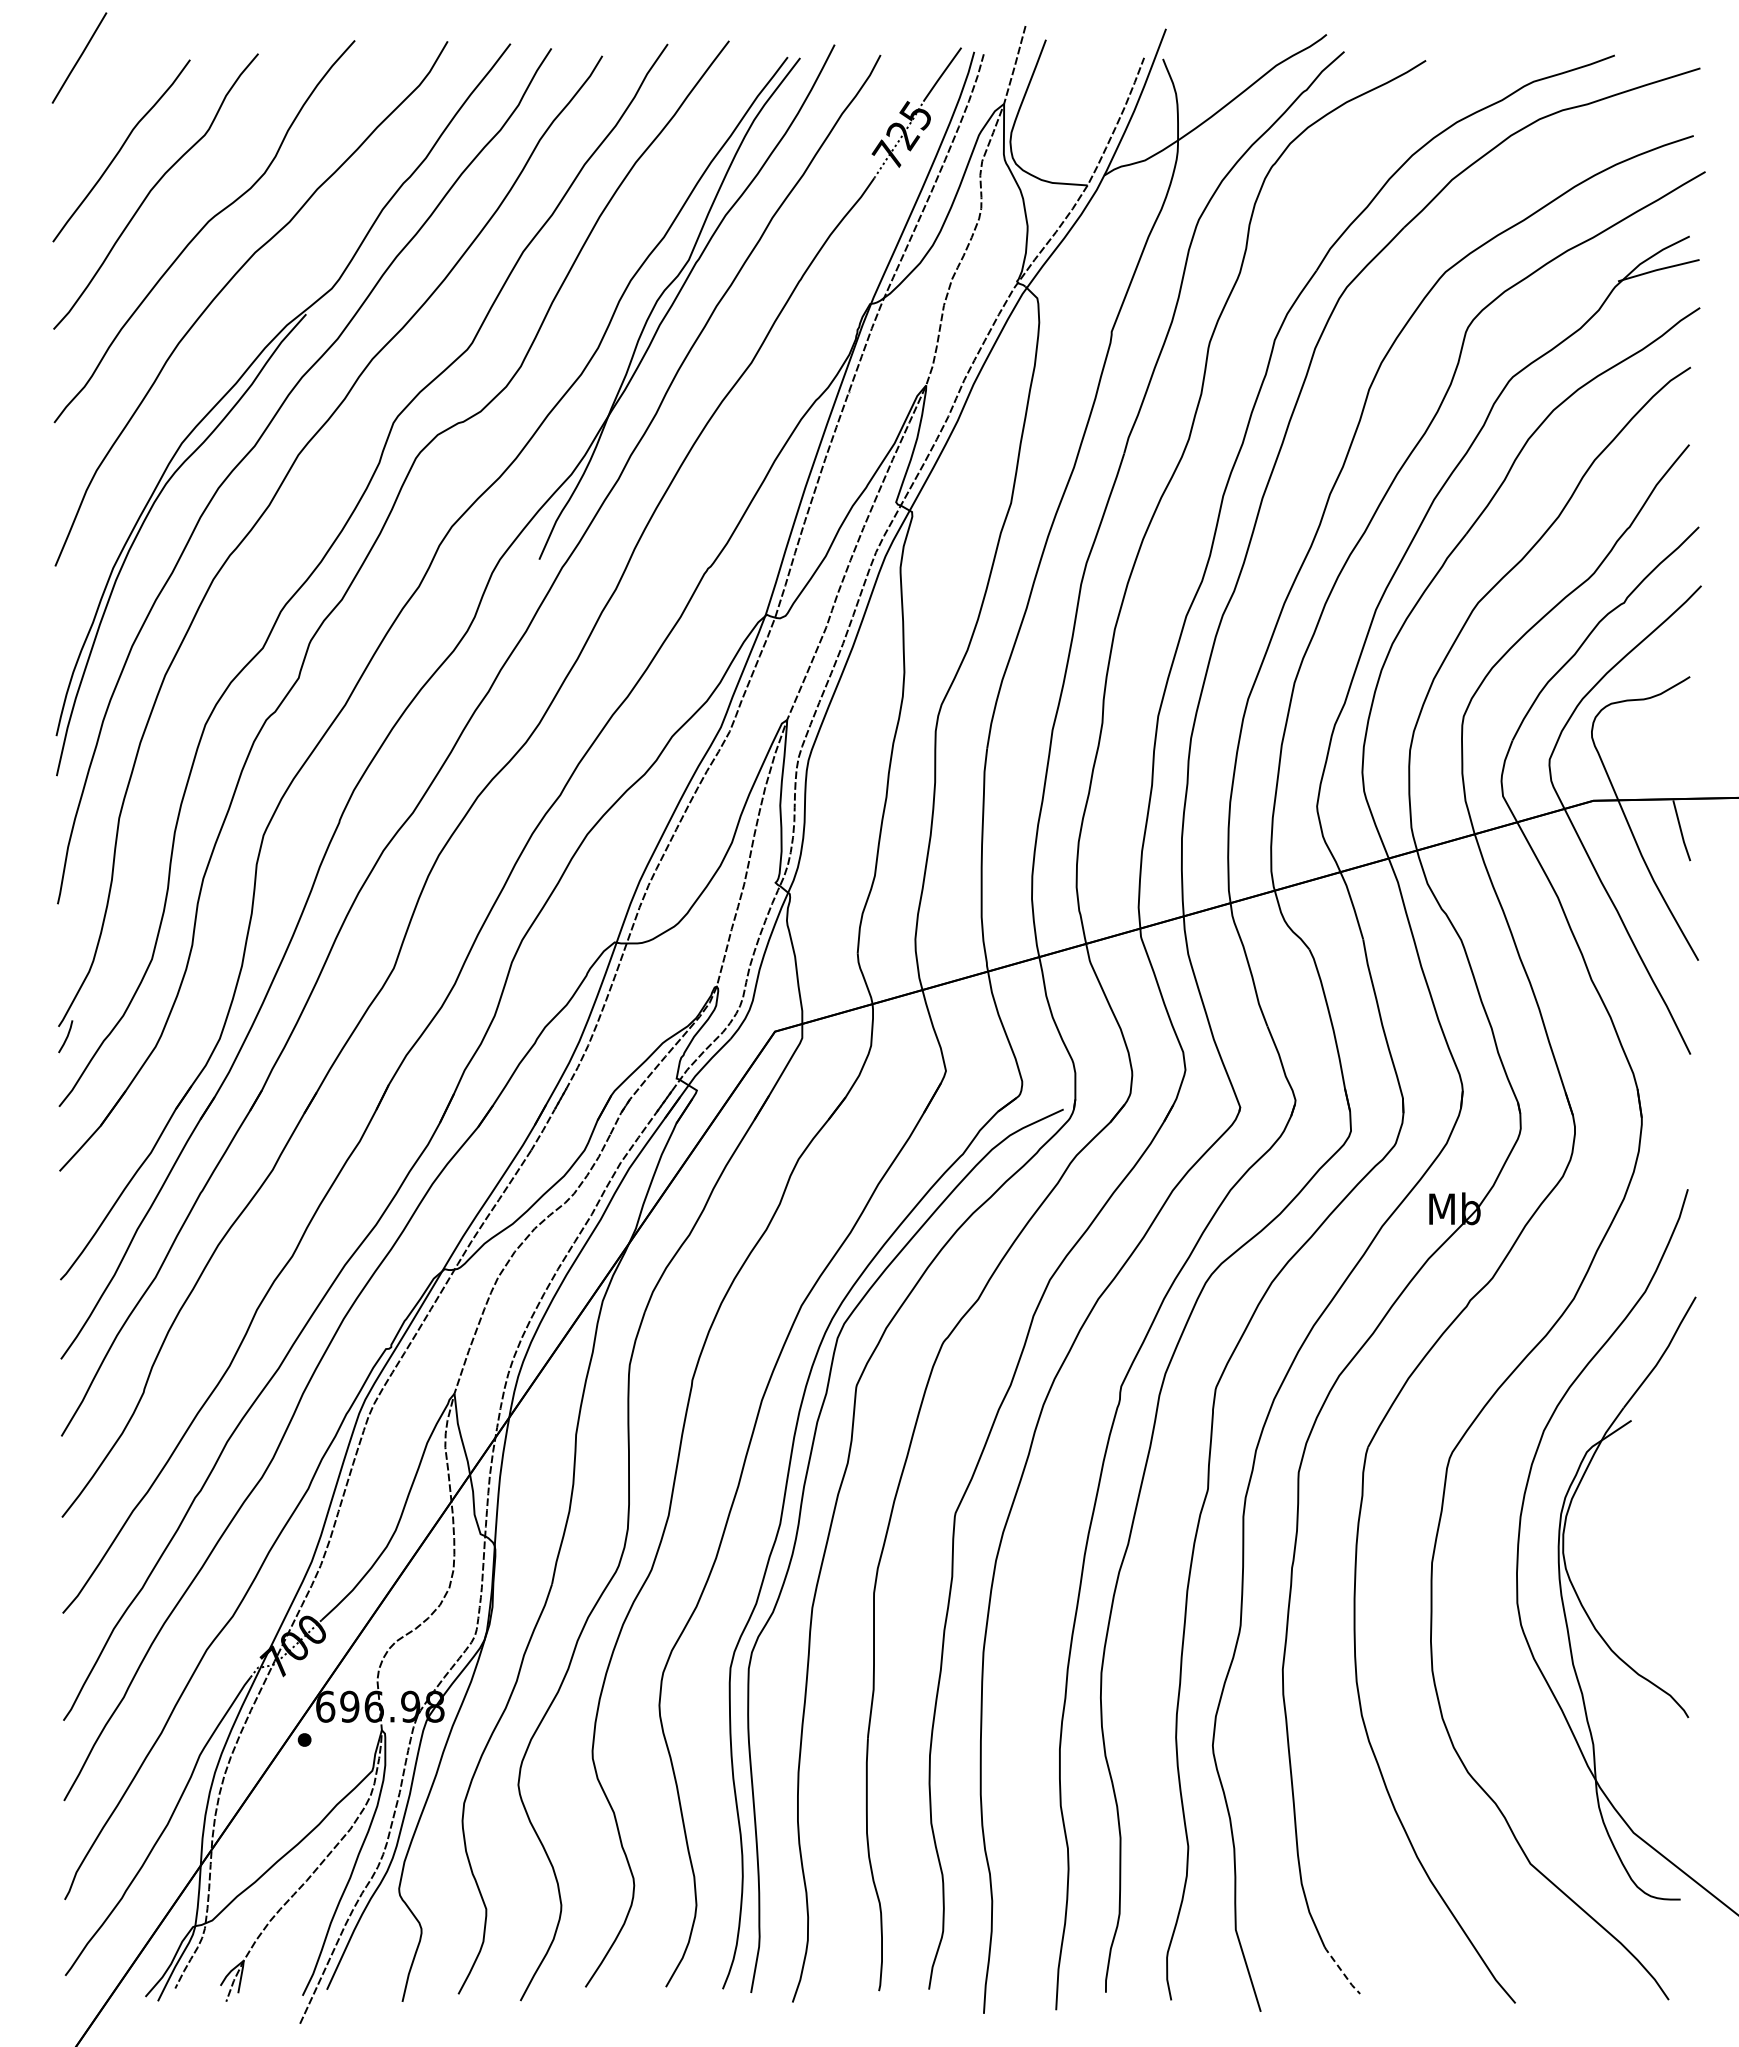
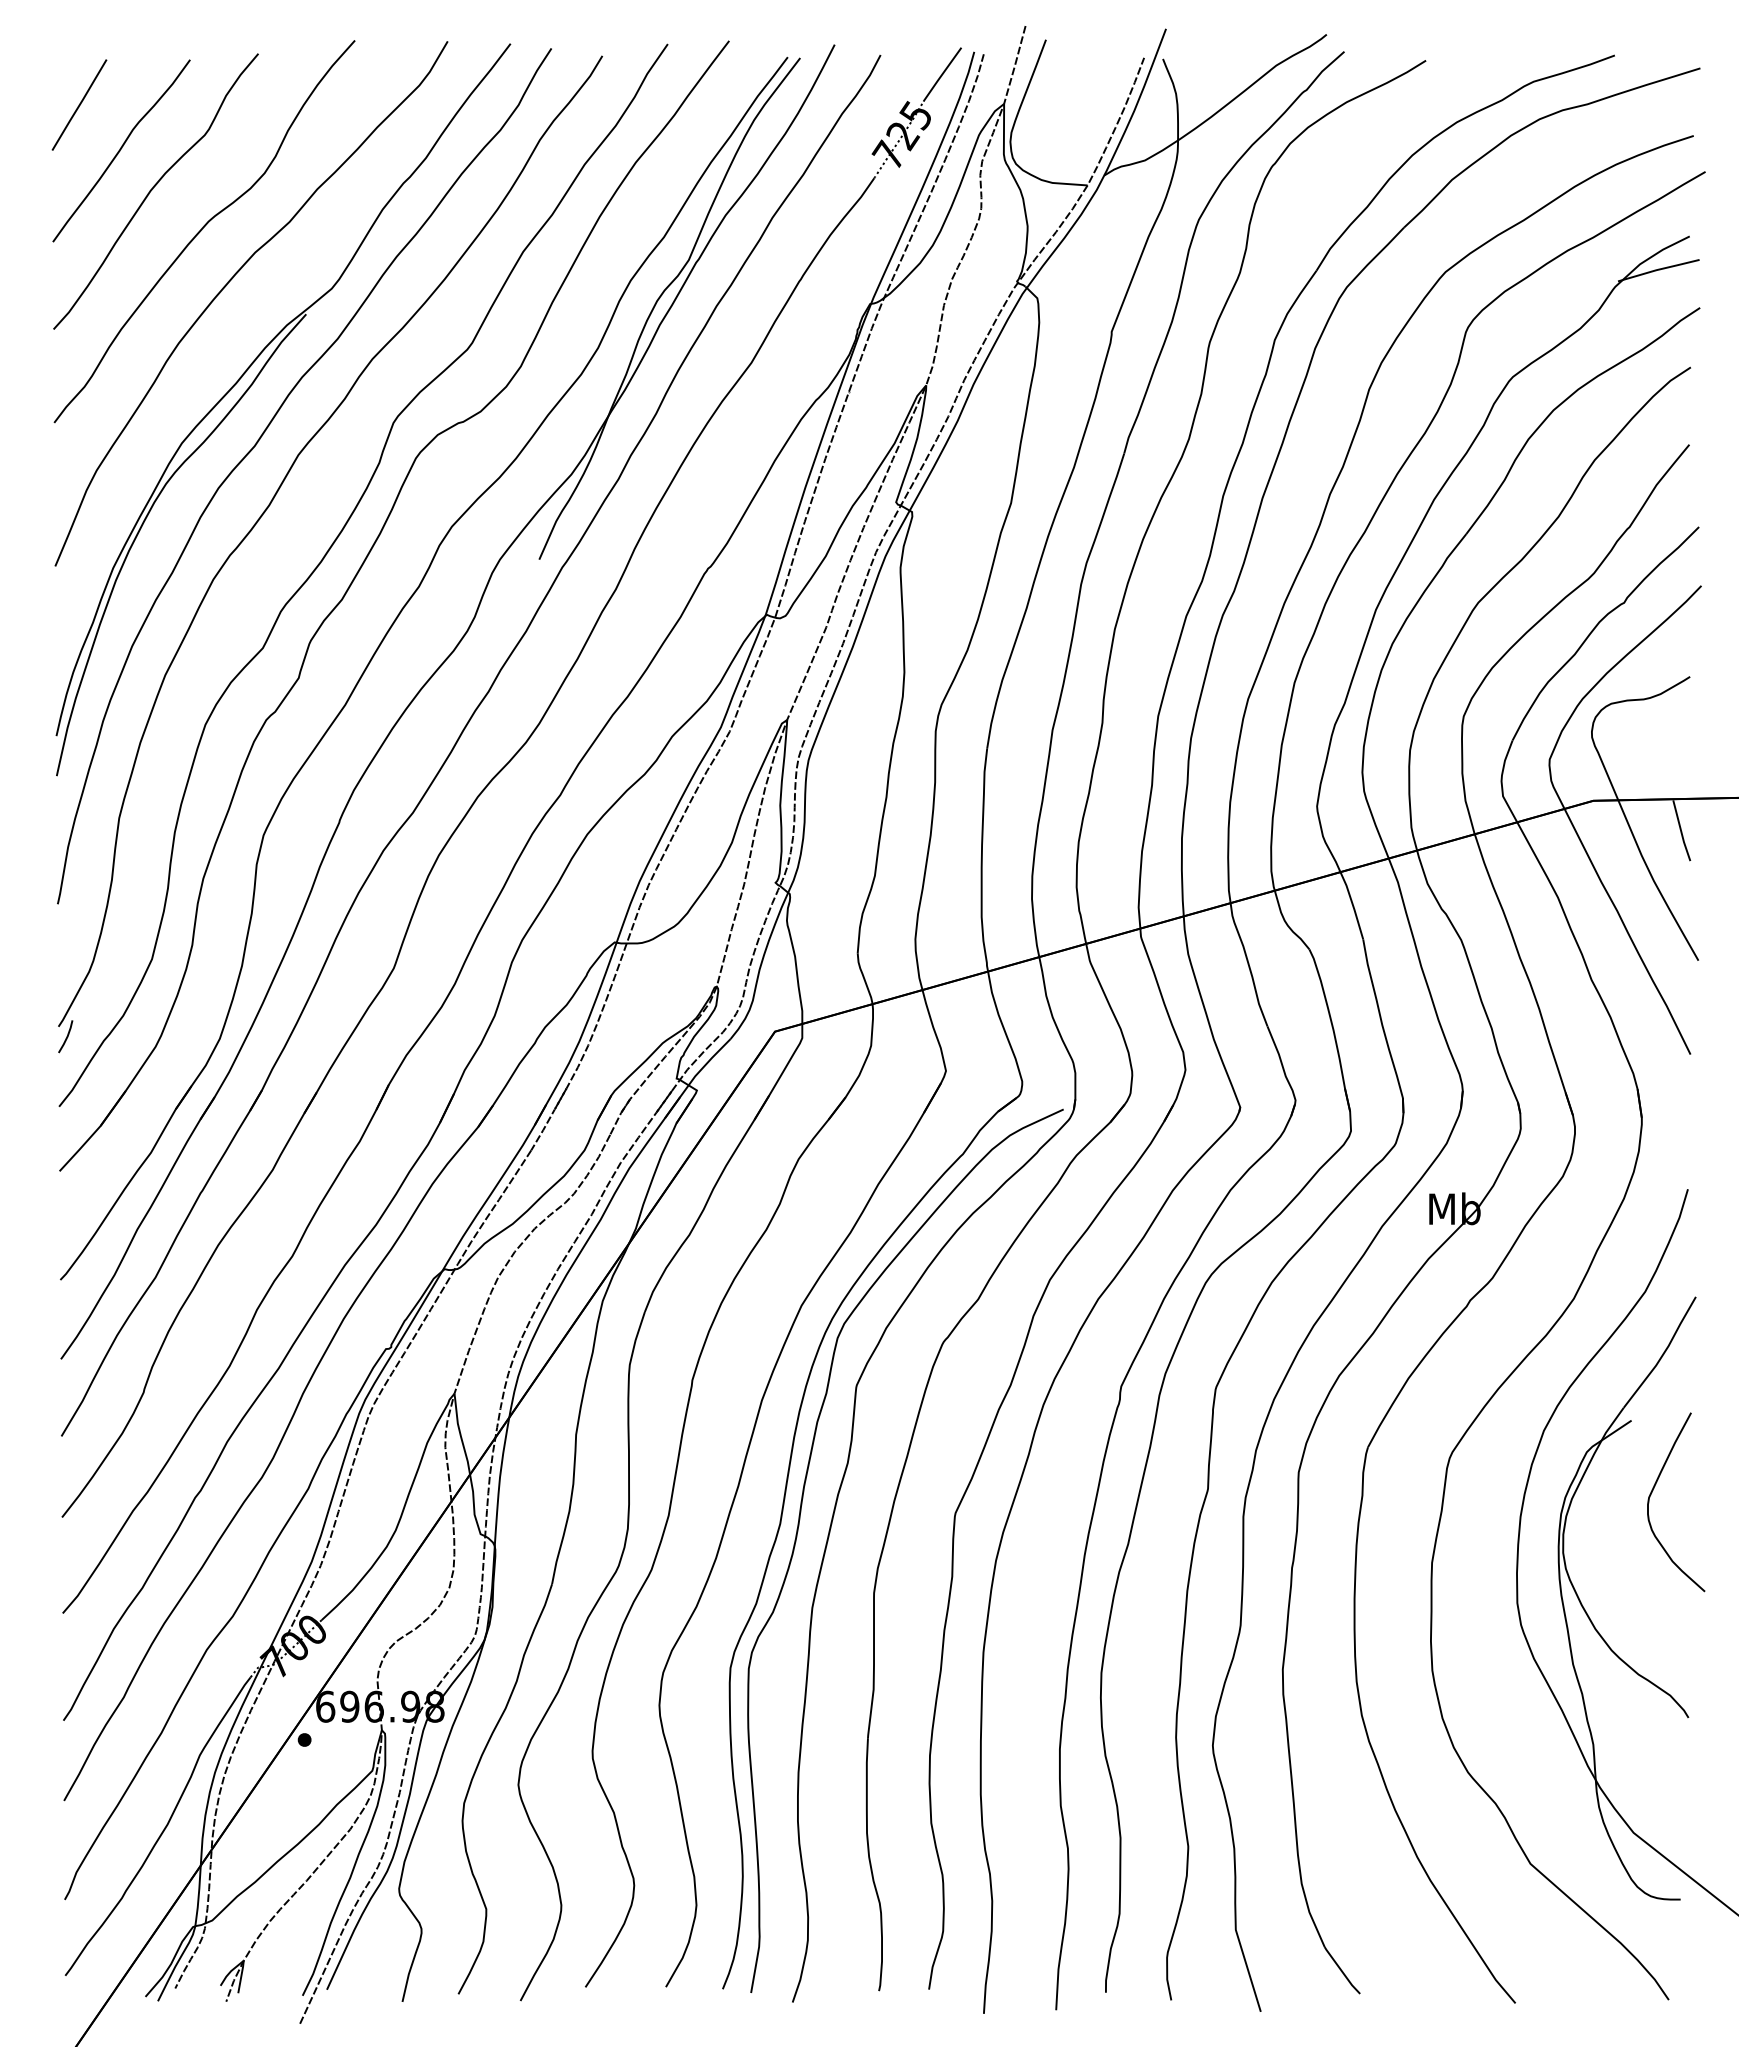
line at (79, 57) position: (79, 57) -> (79, 104)
curve at (1653, 1490): none -> present
line at (1341, 1970): dashed -> solid
